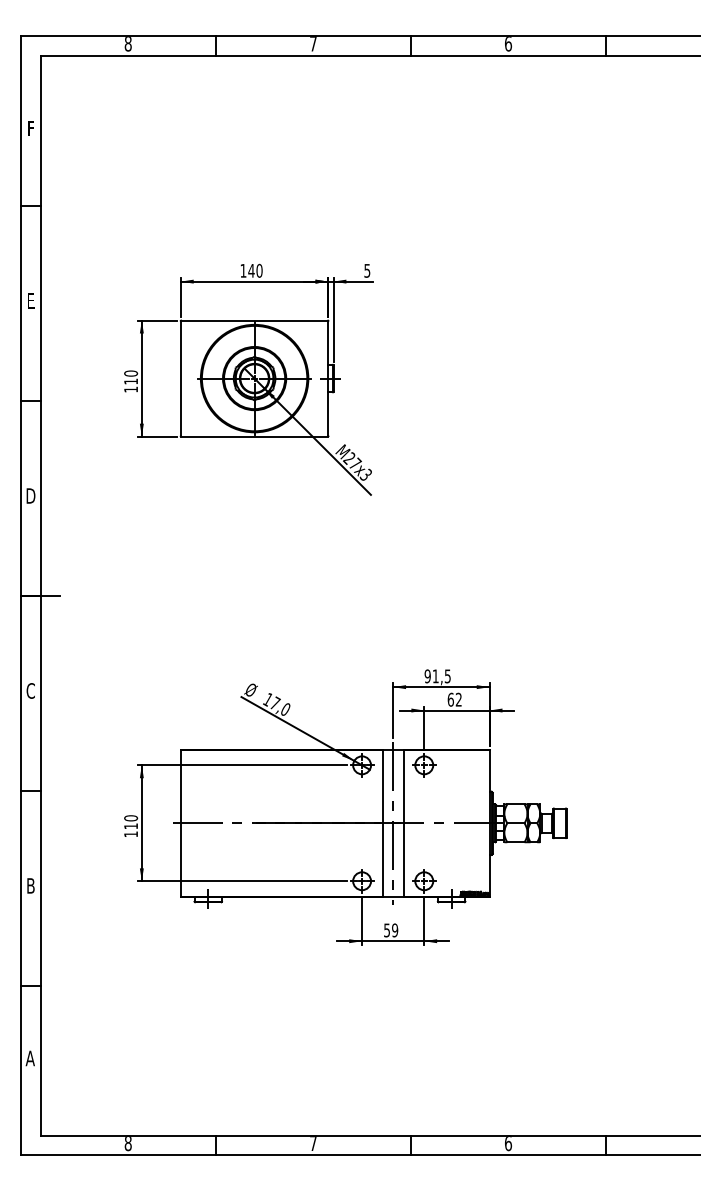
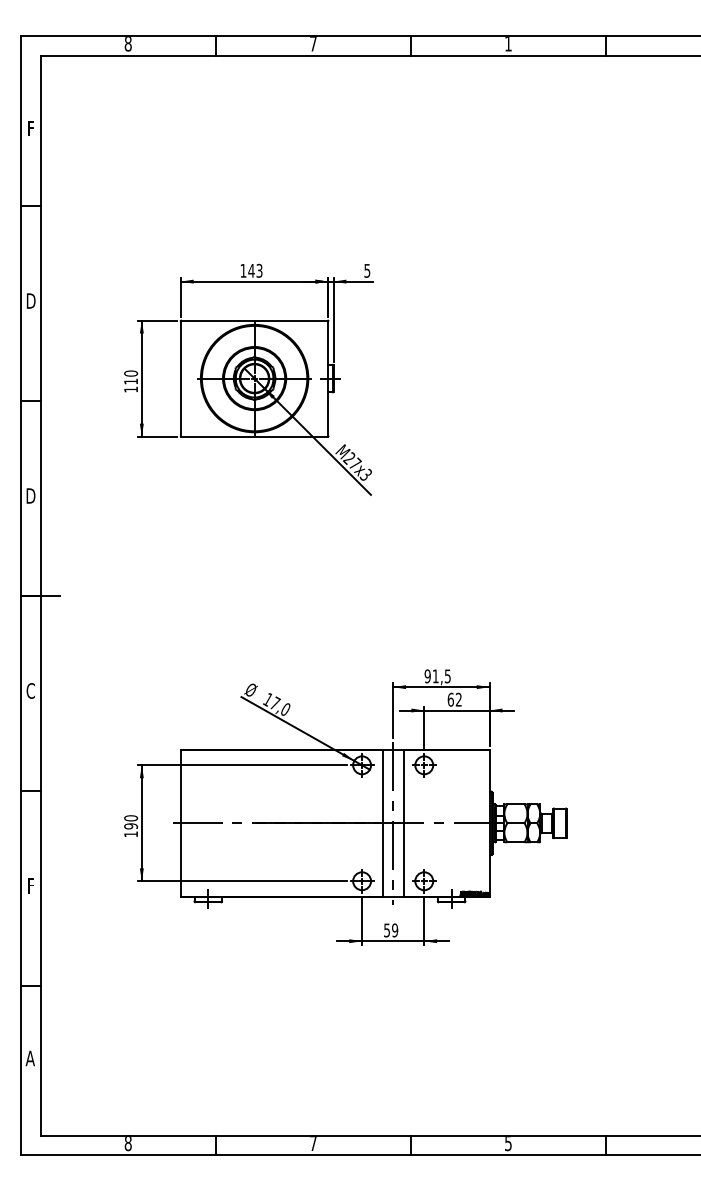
text at (508, 44): 6 -> 1
text at (259, 270): 140 -> 143
text at (30, 300): E -> D
text at (131, 826): 110 -> 190
text at (30, 885): B -> F
text at (508, 1144): 6 -> 5
